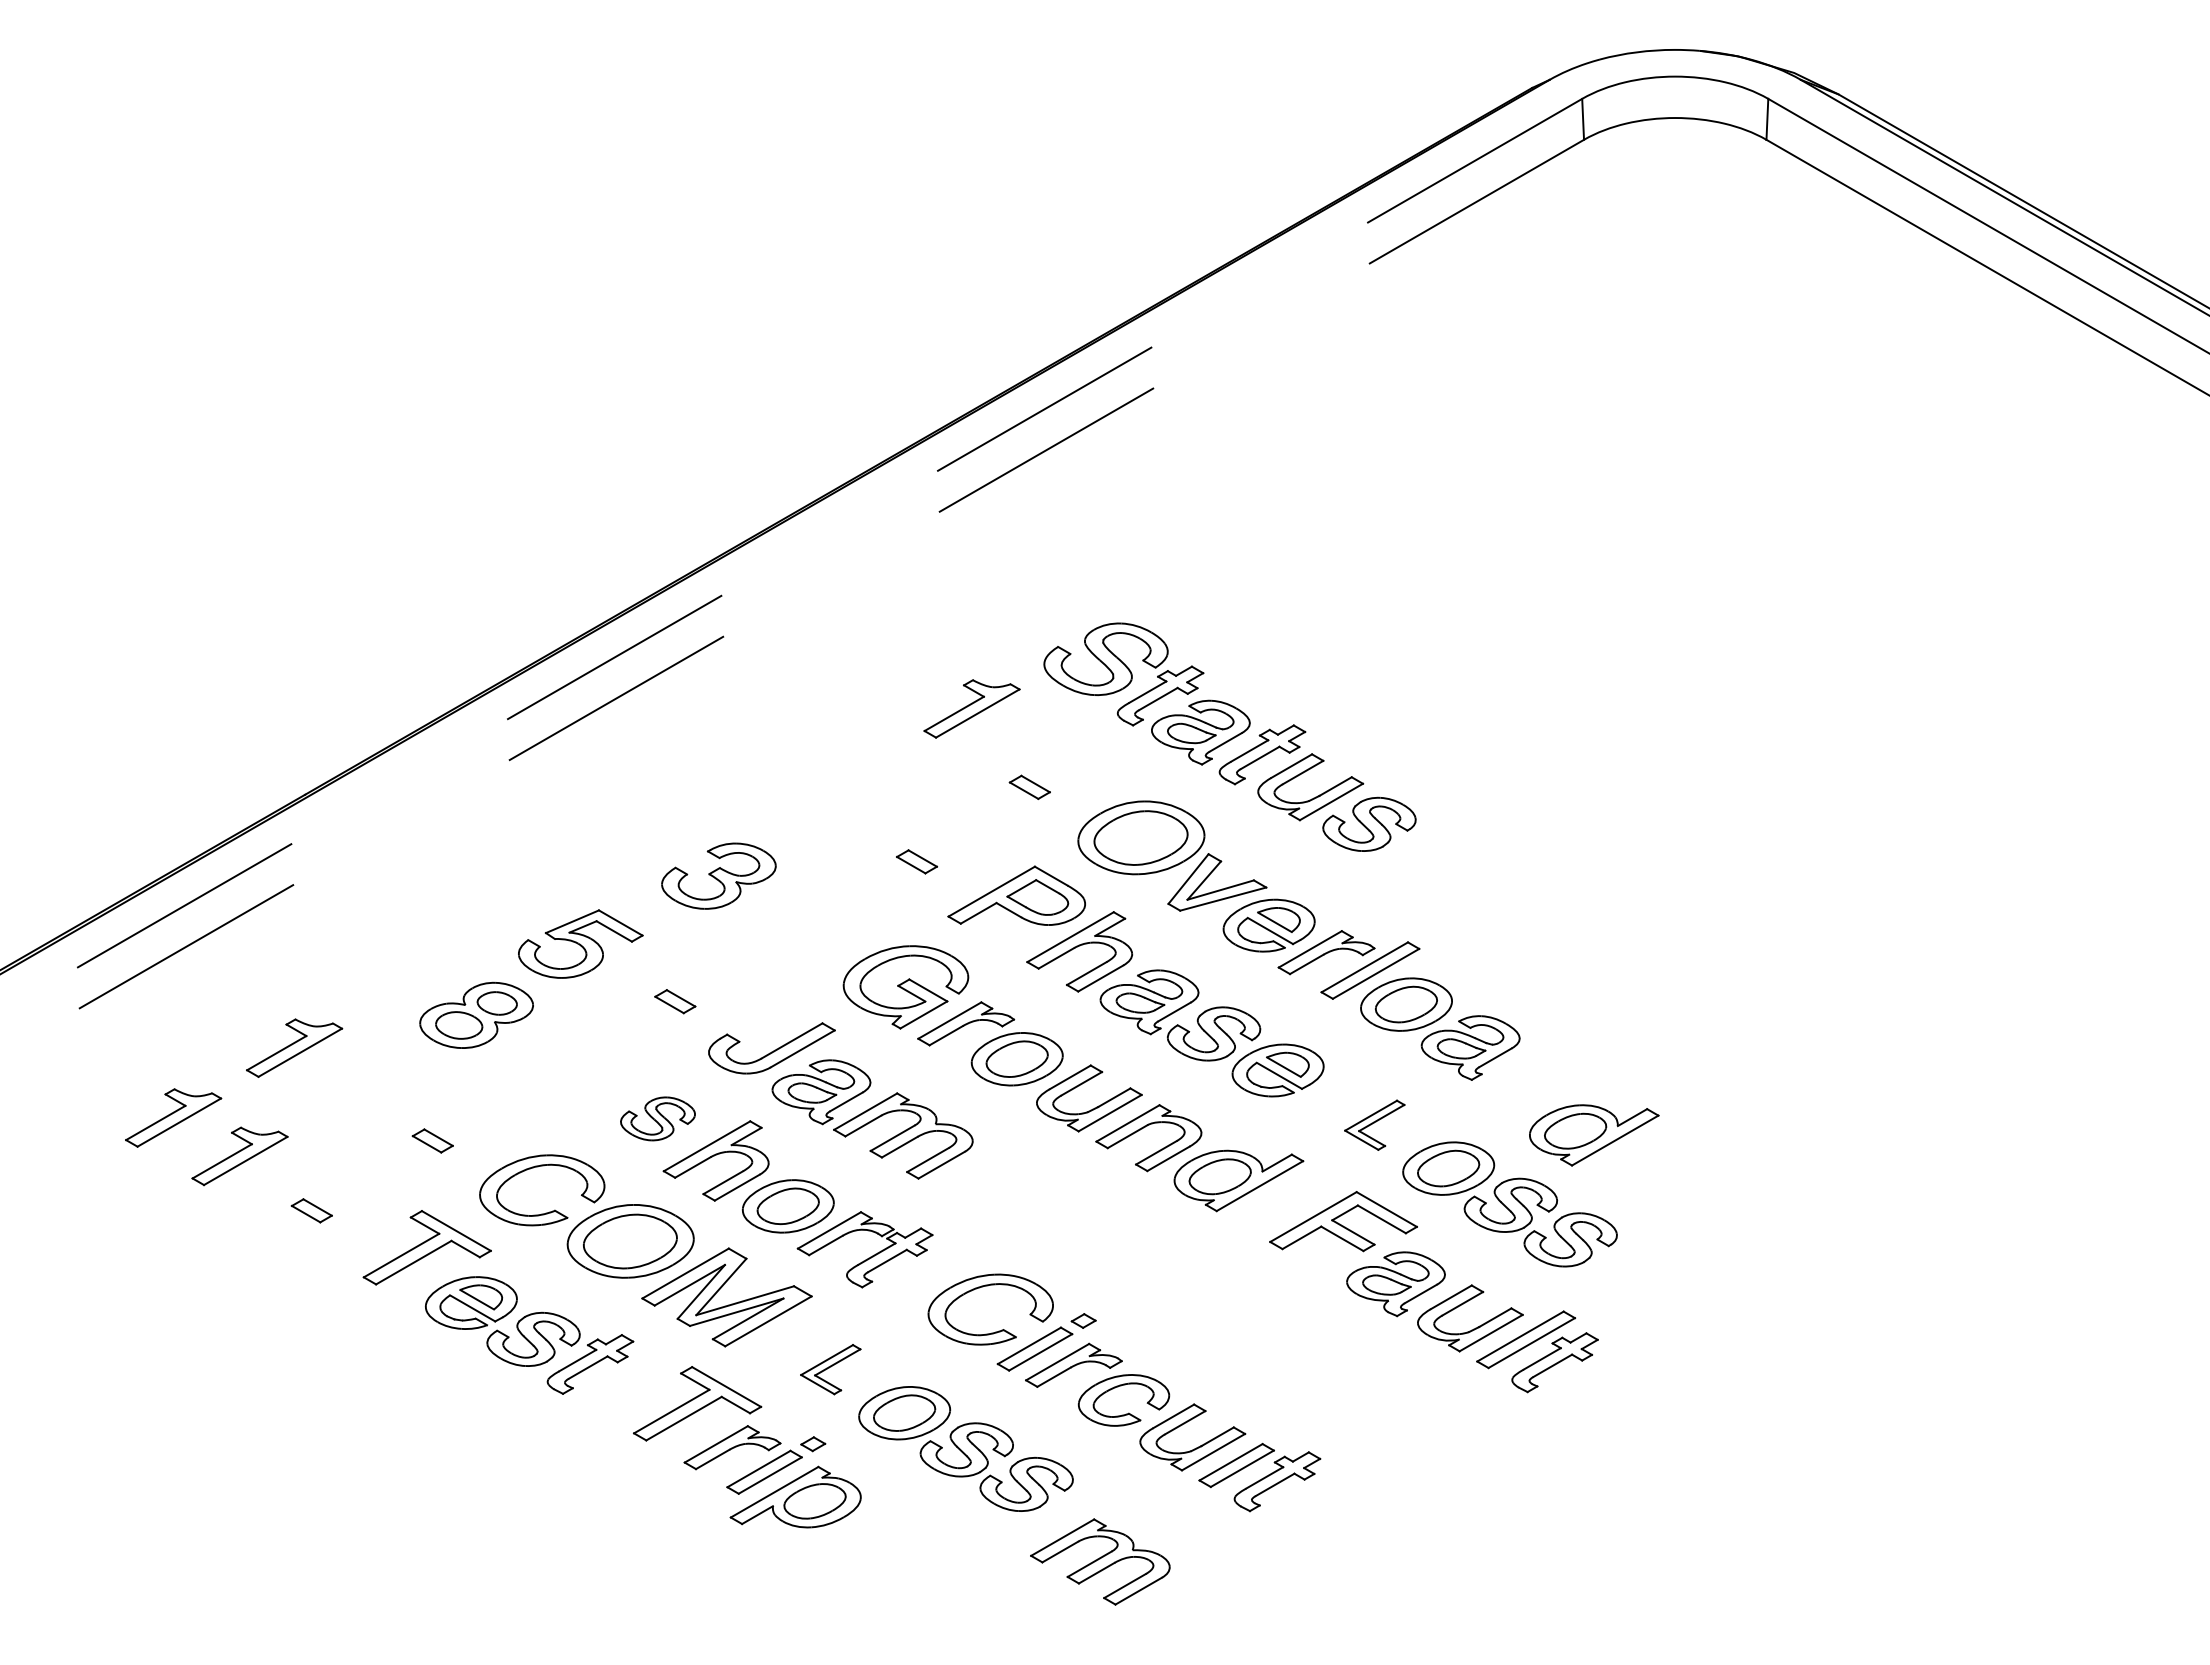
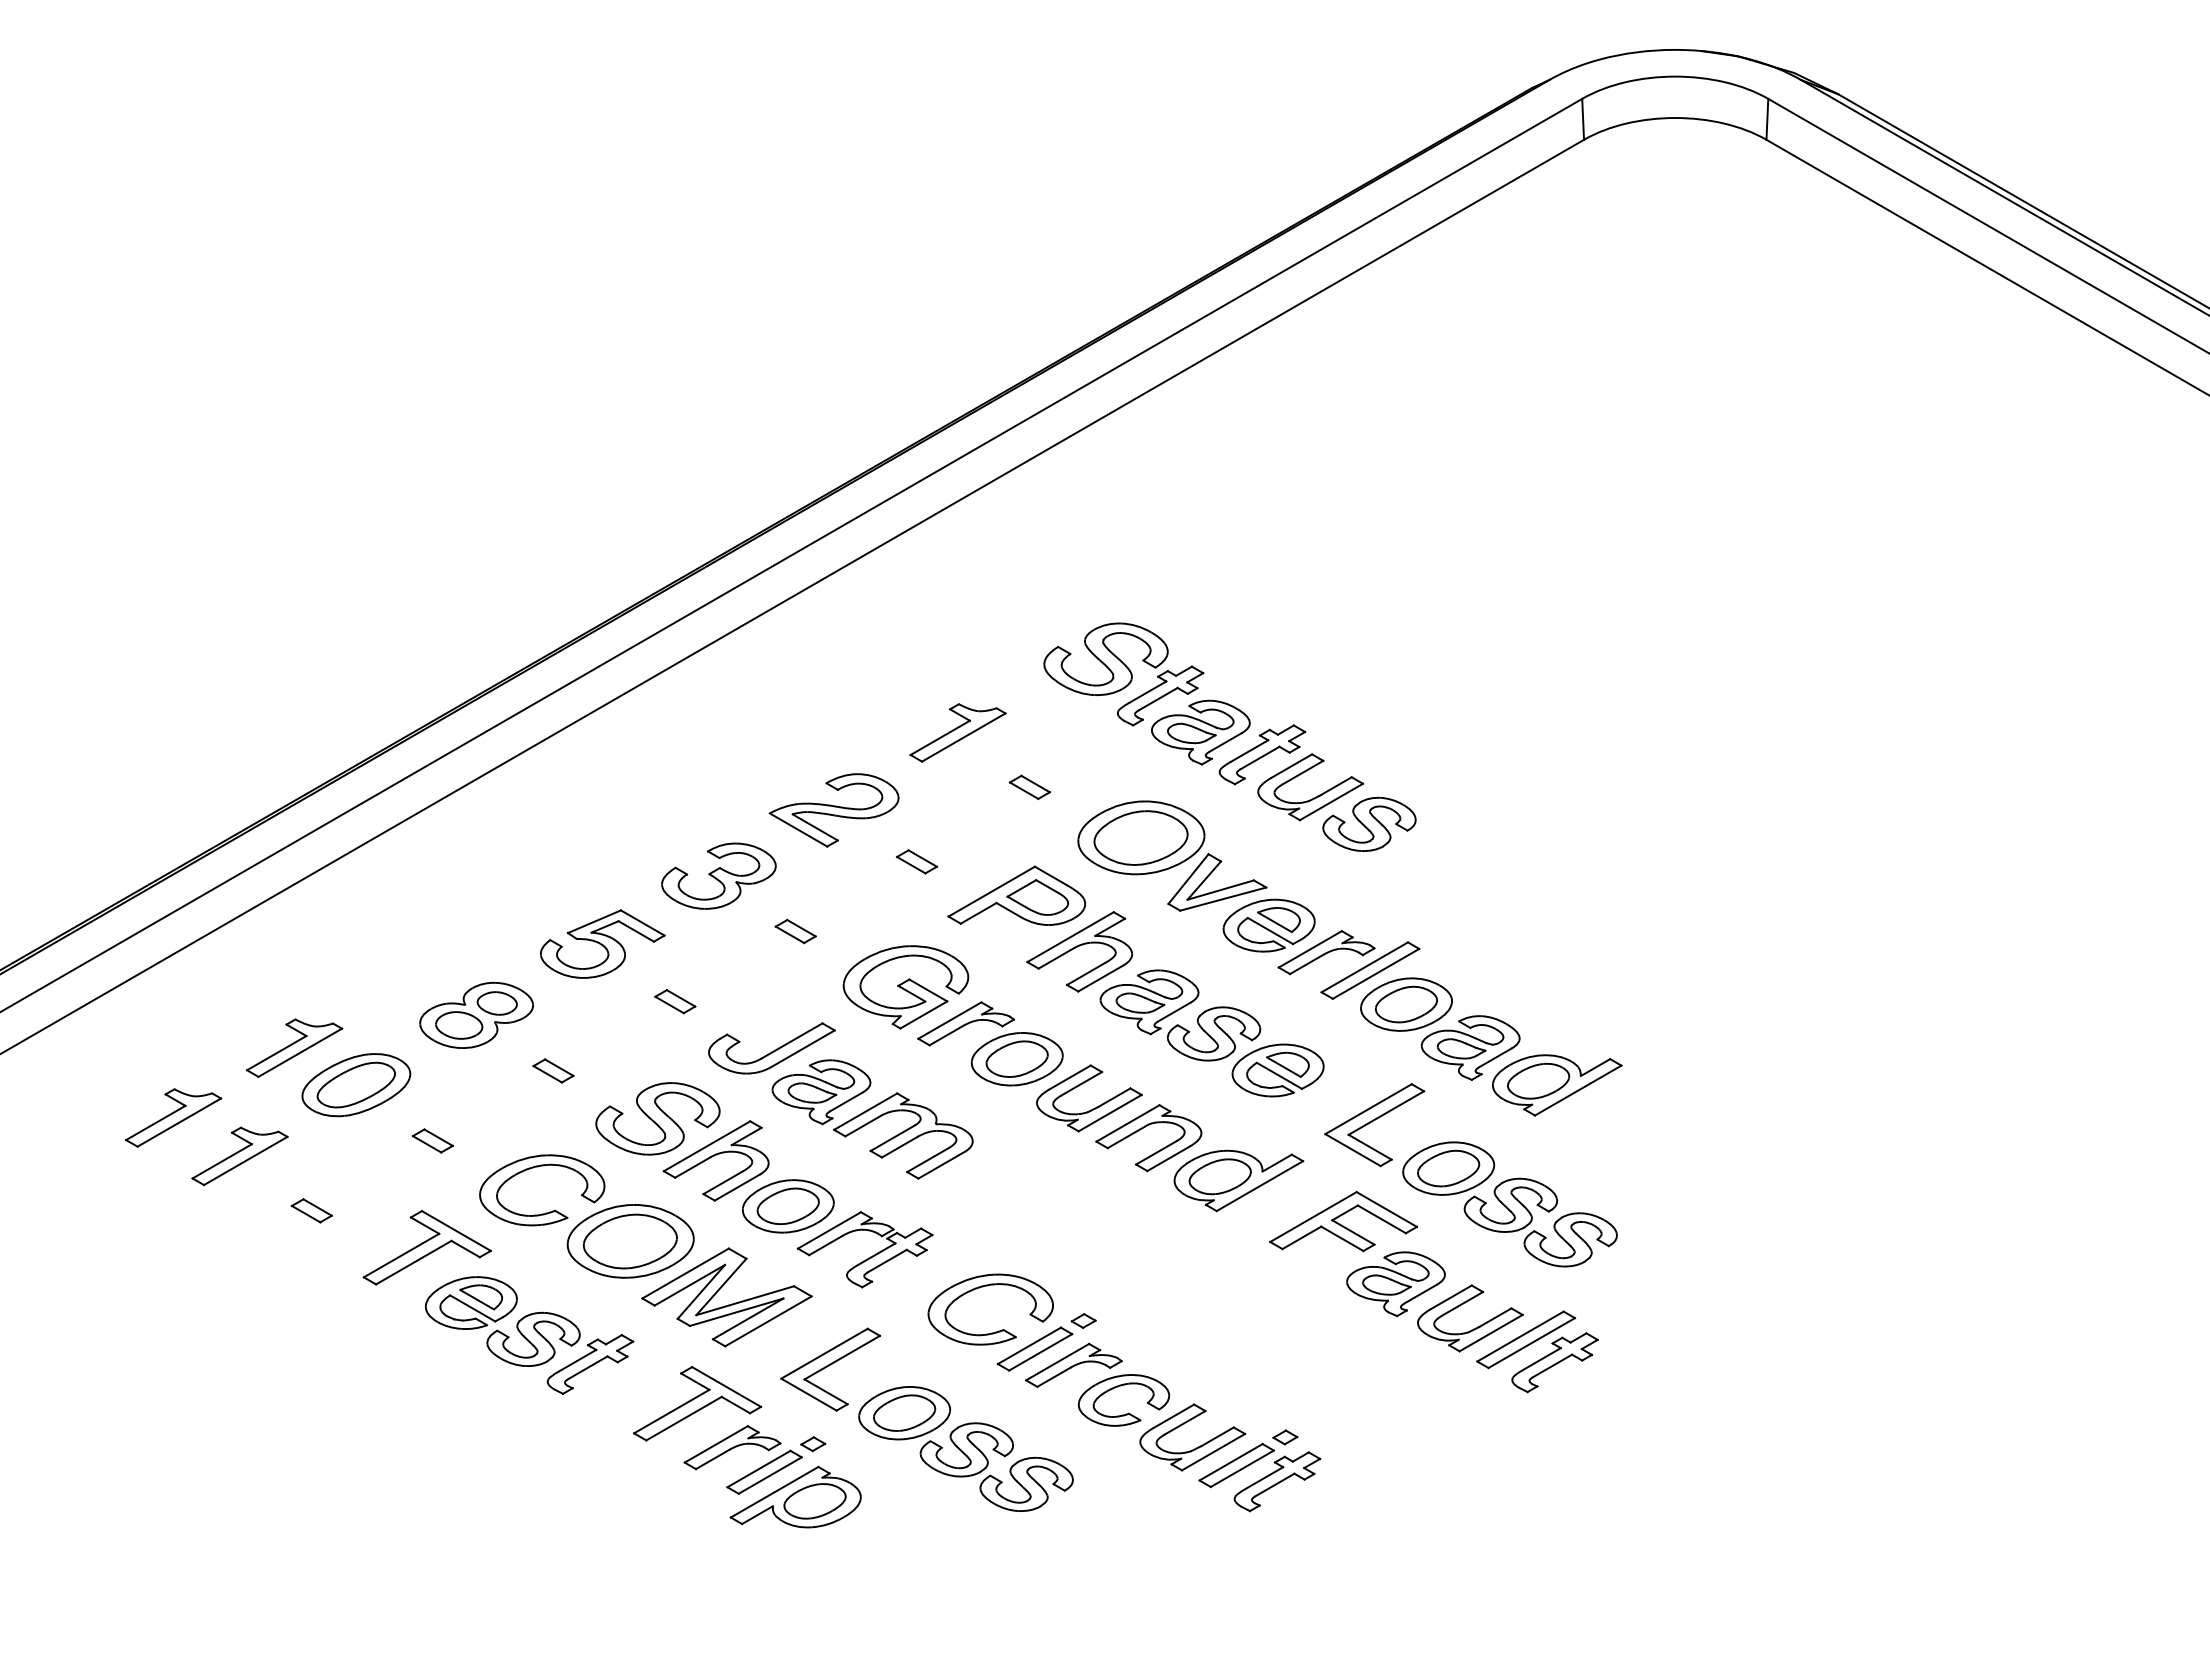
line at (790, 555): dashed -> solid
line at (791, 597): dashed -> solid
part at (971, 708) position: (971, 708) -> (957, 732)
part at (833, 810): none -> present
part at (795, 931): none -> present
part at (580, 943) position: (580, 943) -> (602, 943)
part at (553, 1070): none -> present
part at (356, 1085): none -> present
part at (657, 1118) size: 76x46 px -> 126x74 px
part at (1374, 1124) size: 62x52 px -> 102x85 px
part at (1594, 1135) position: (1594, 1135) -> (1557, 1085)
part at (830, 1369) size: 62x52 px -> 102x85 px
part at (1285, 1437): none -> present
part at (1100, 1561): present -> none
